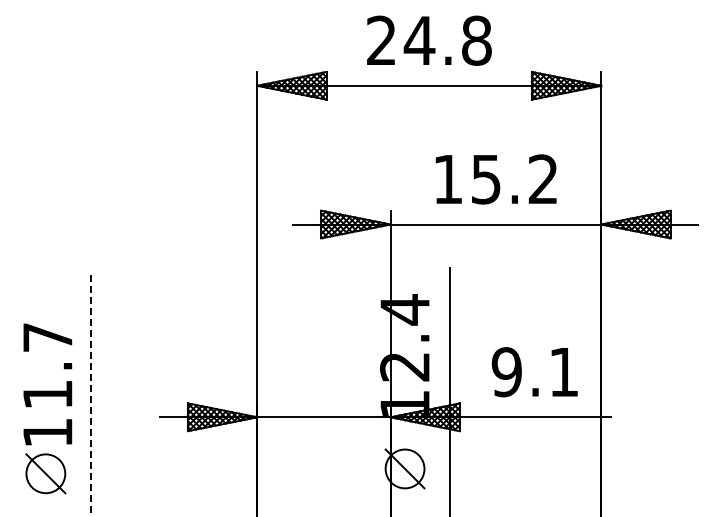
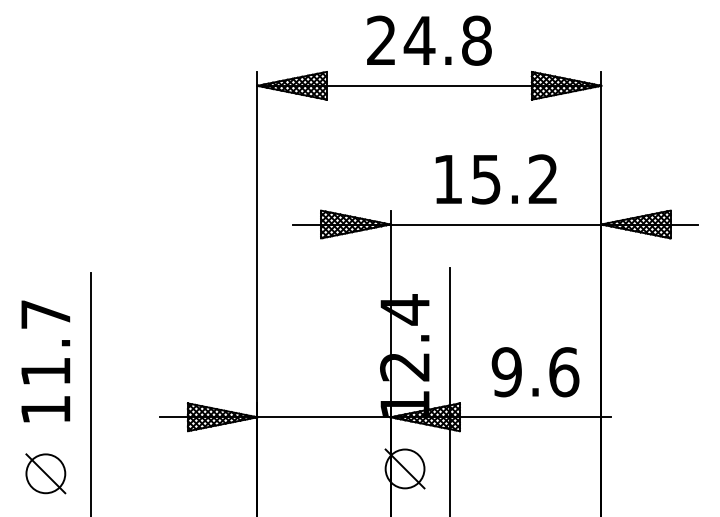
text at (564, 372): 9.1 -> 9.6
text at (47, 384) position: (47, 384) -> (45, 361)
line at (90, 394): dashed -> solid
